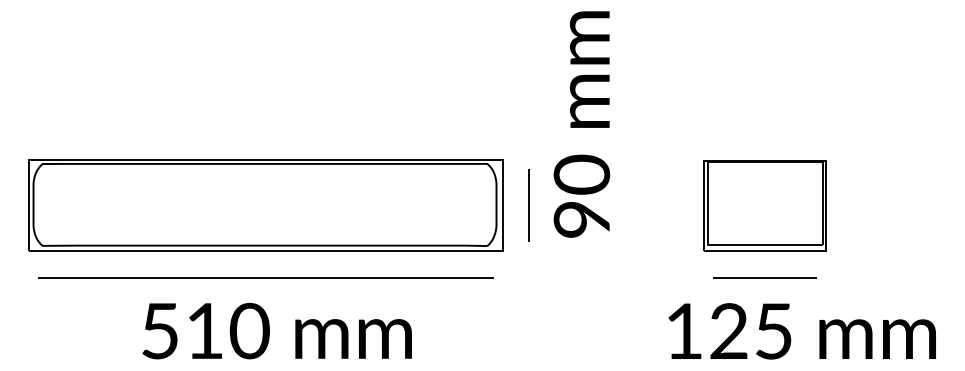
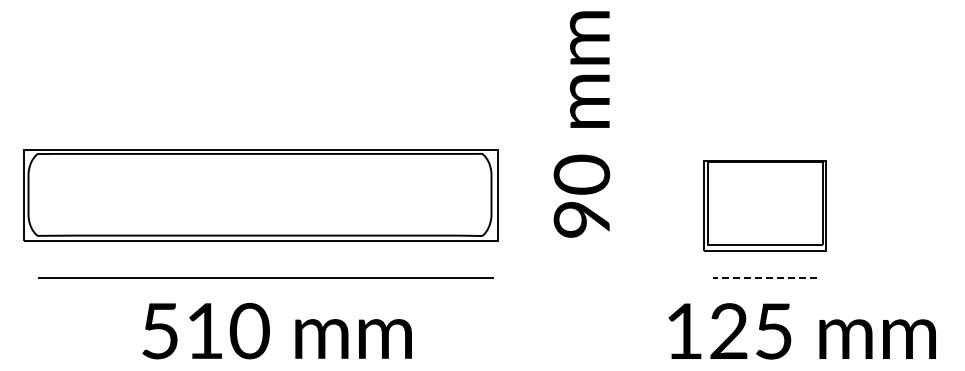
part at (265, 205) position: (265, 205) -> (260, 195)
line at (528, 205): present -> none
line at (765, 278): solid -> dashed
